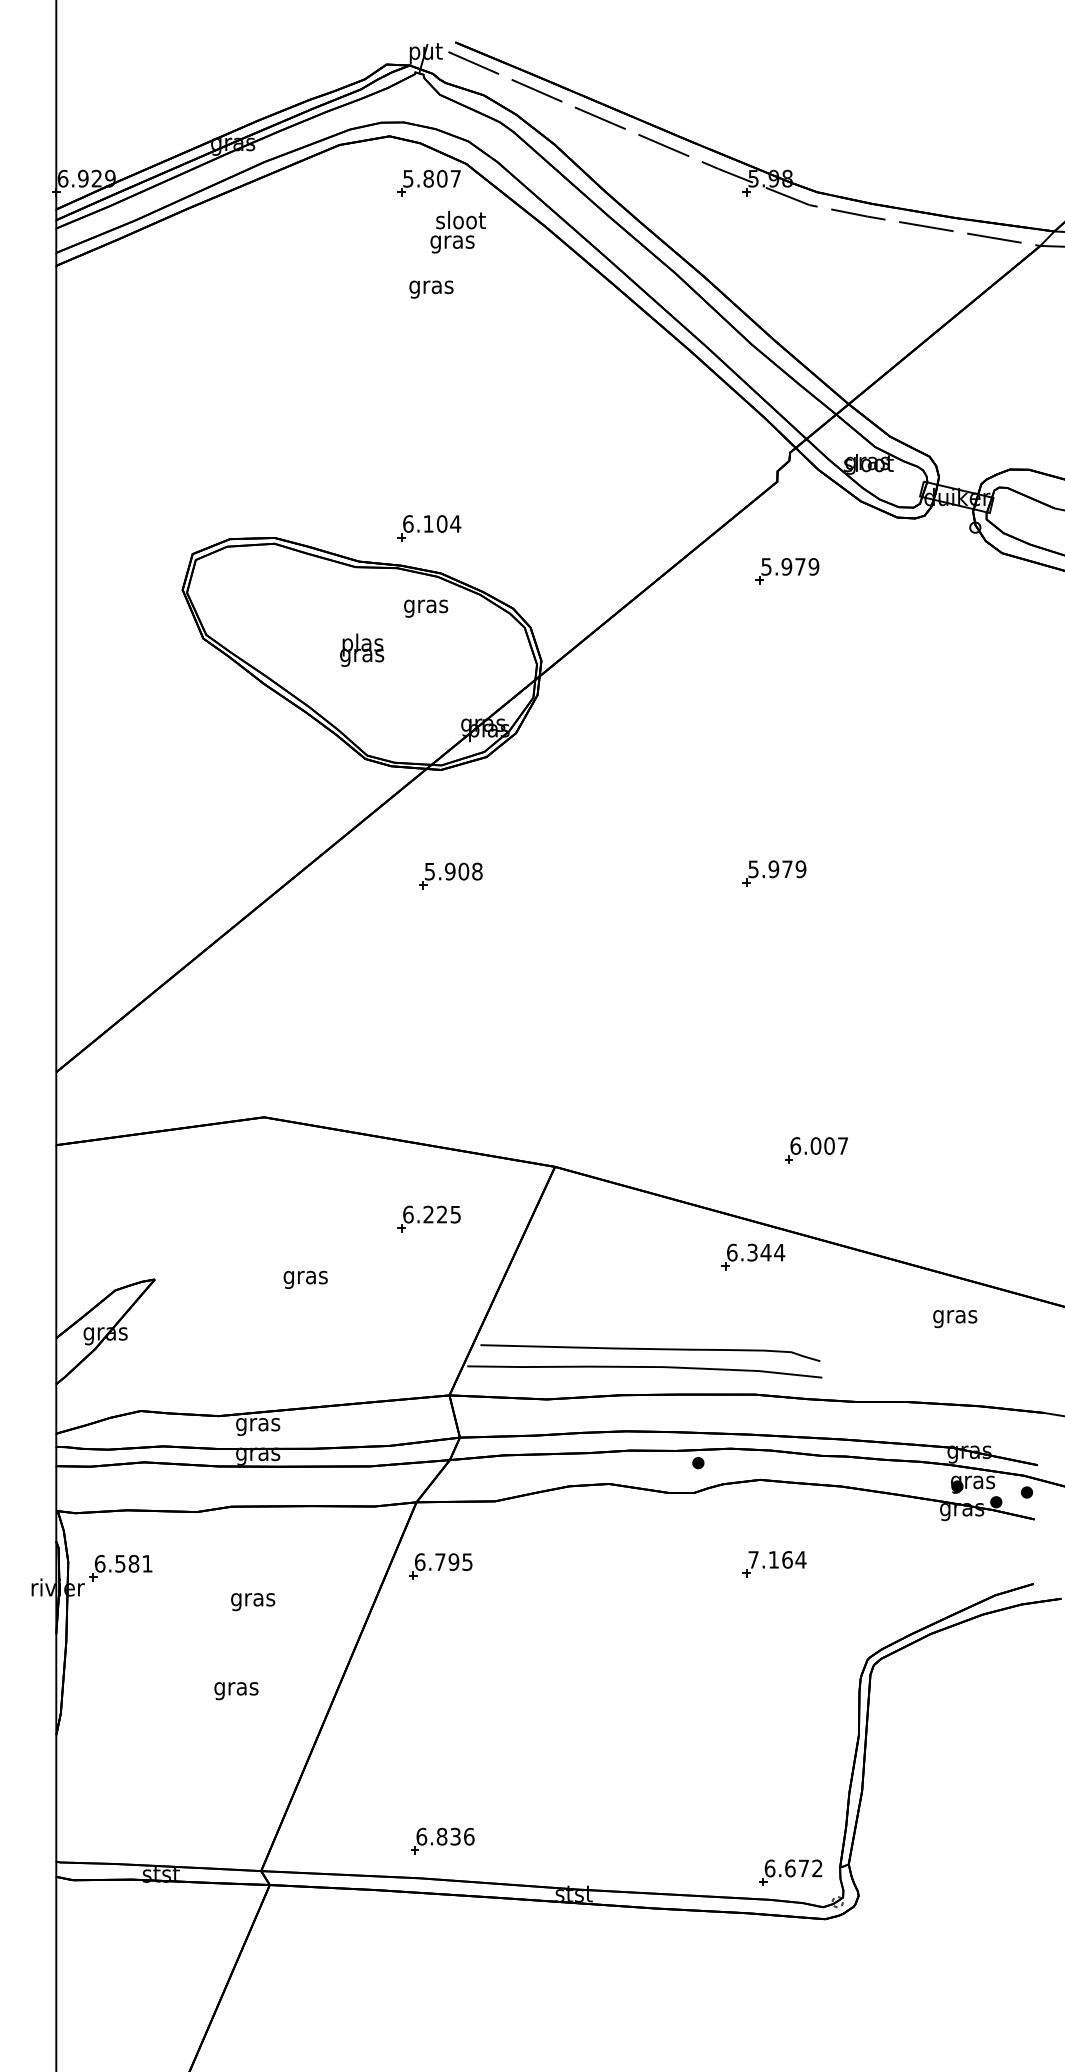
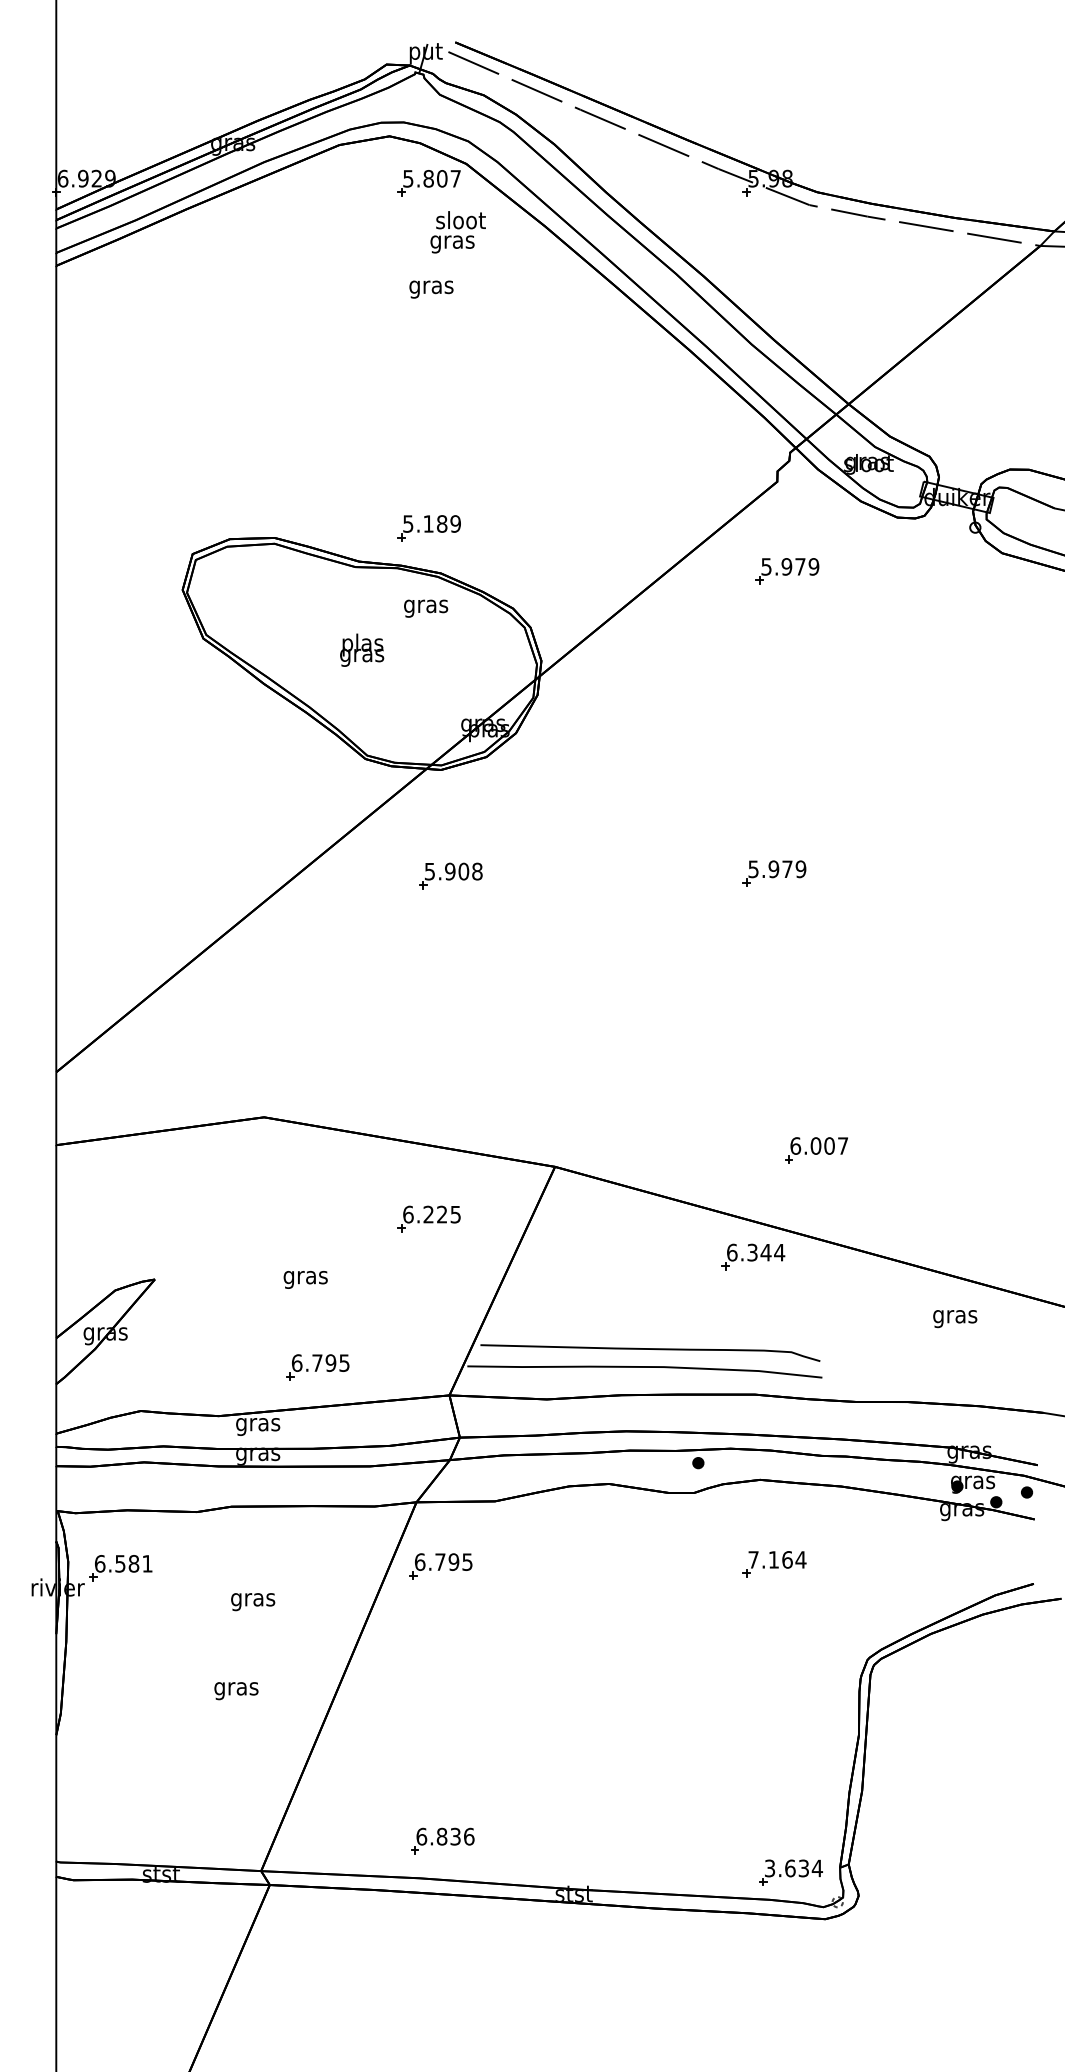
text at (432, 523): 6.104 -> 5.189
part at (317, 1367): none -> present
text at (793, 1868): 6.672 -> 3.634
